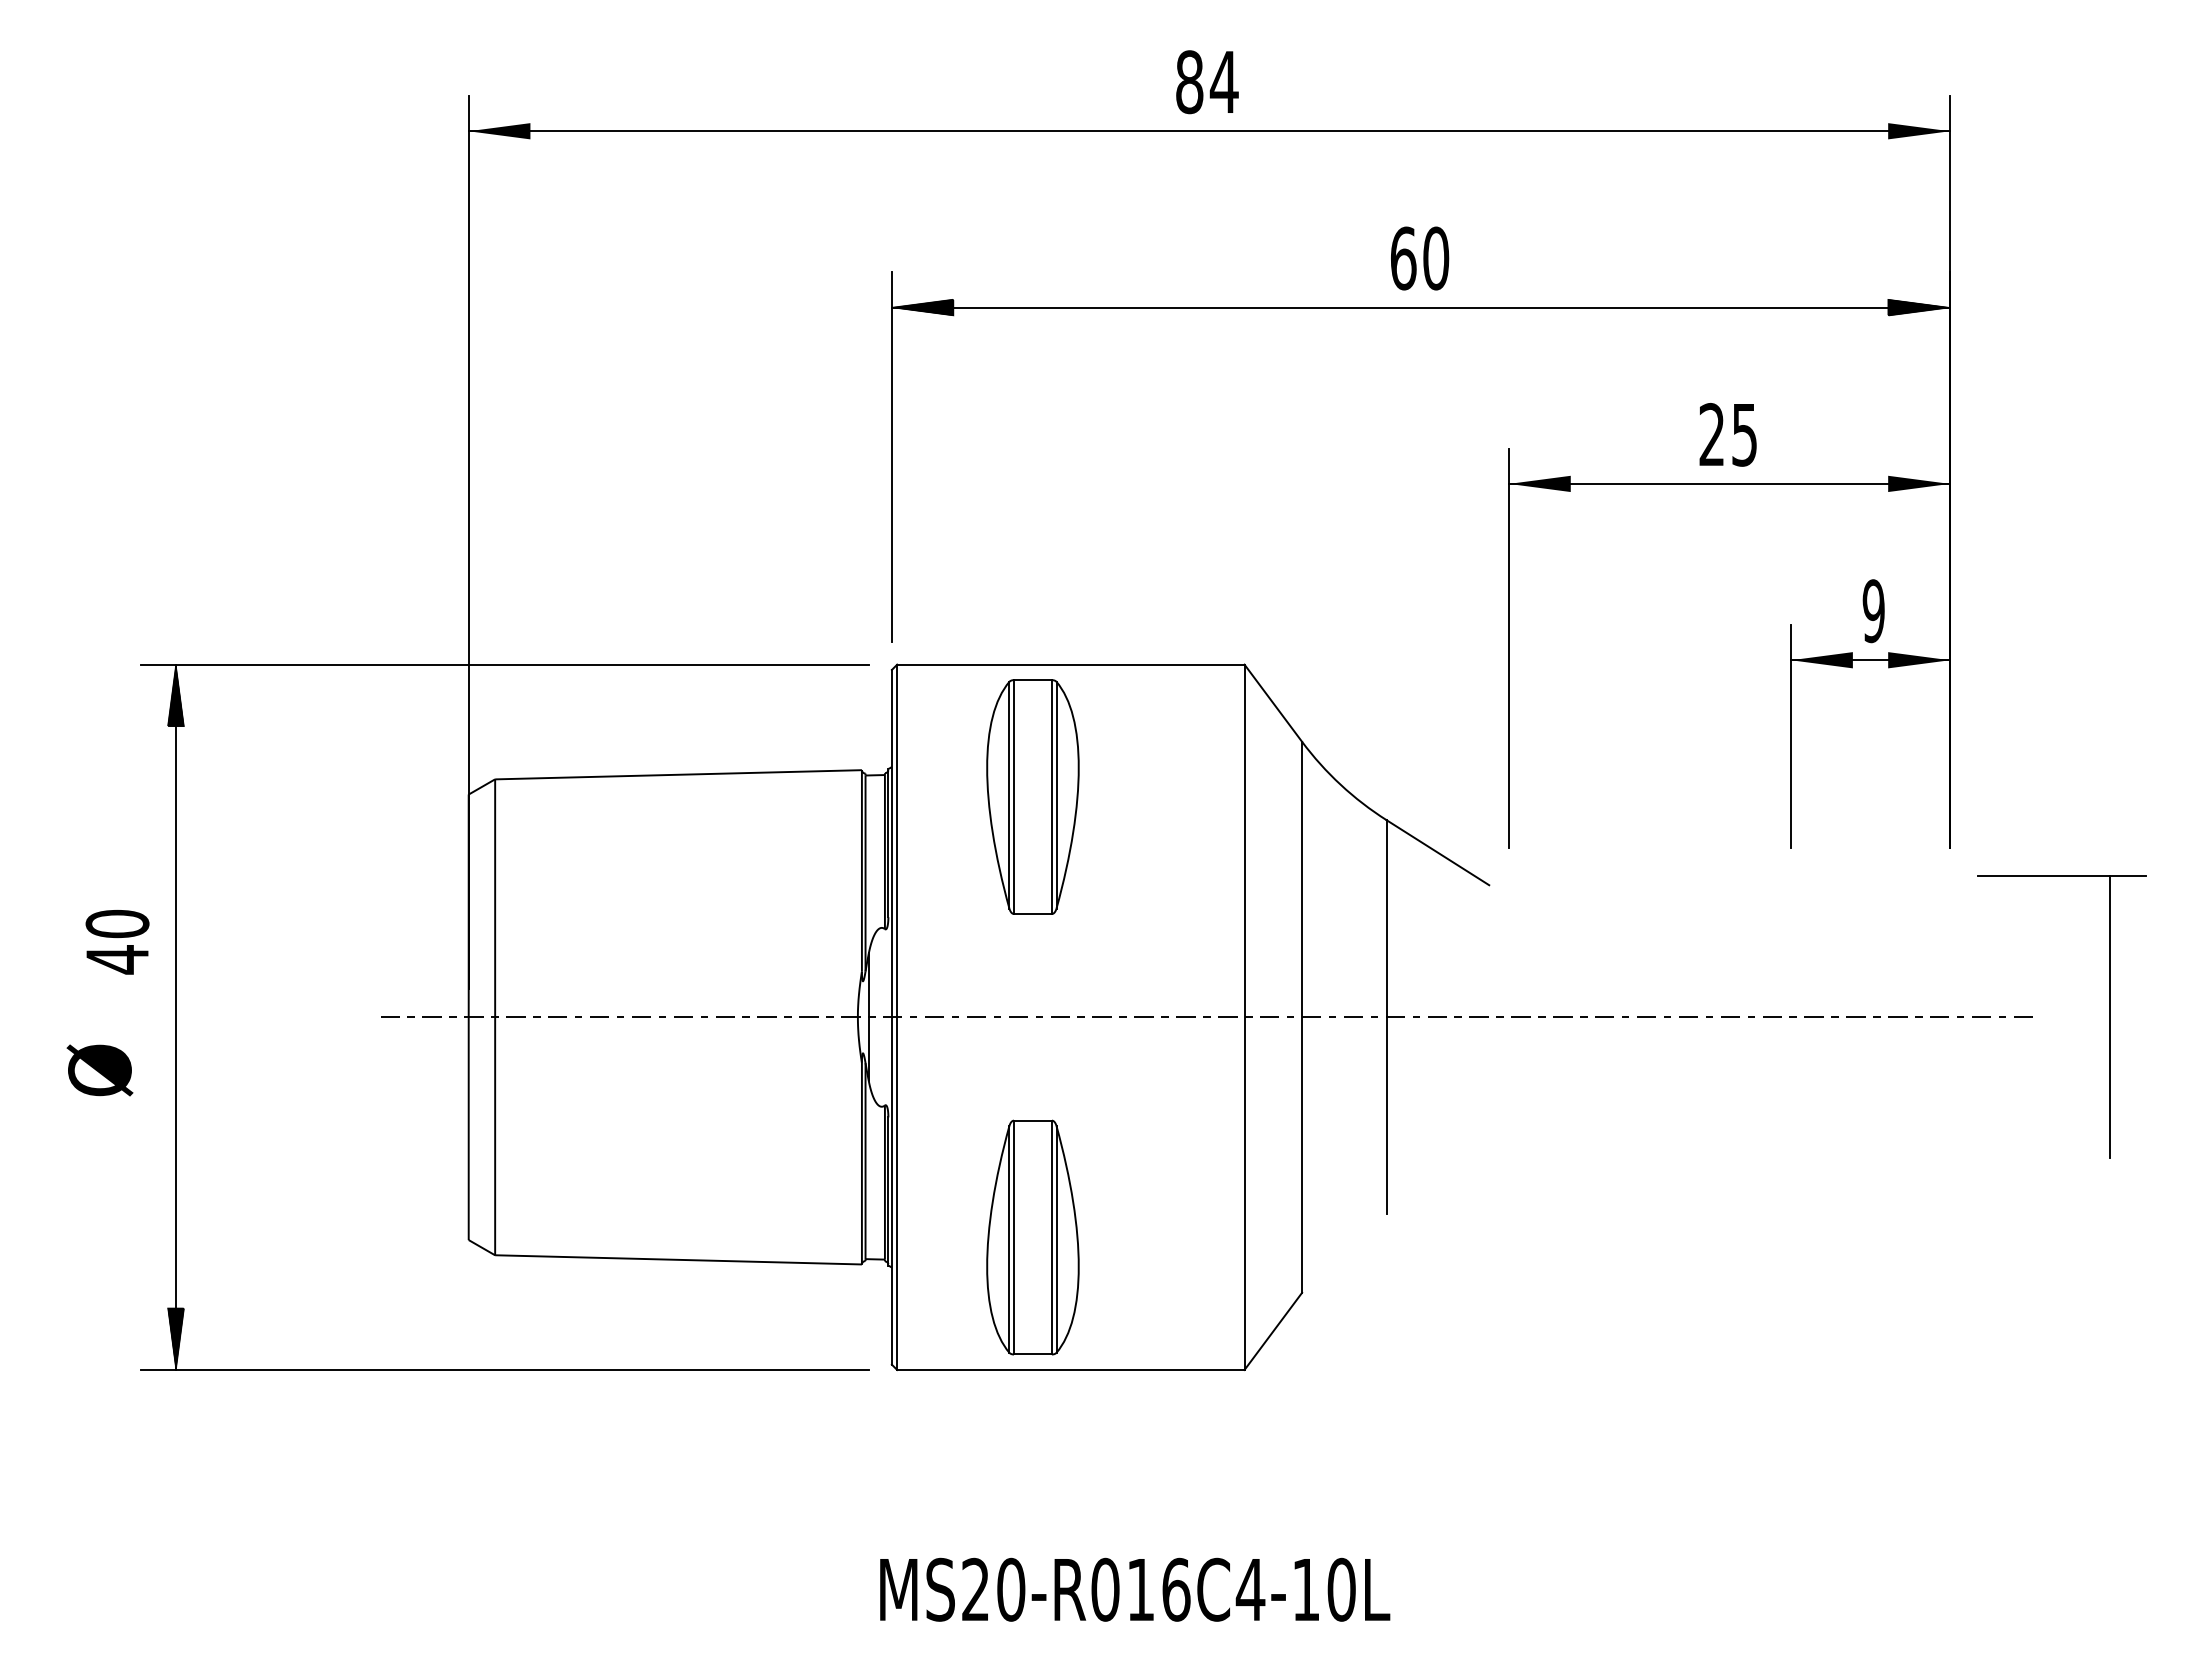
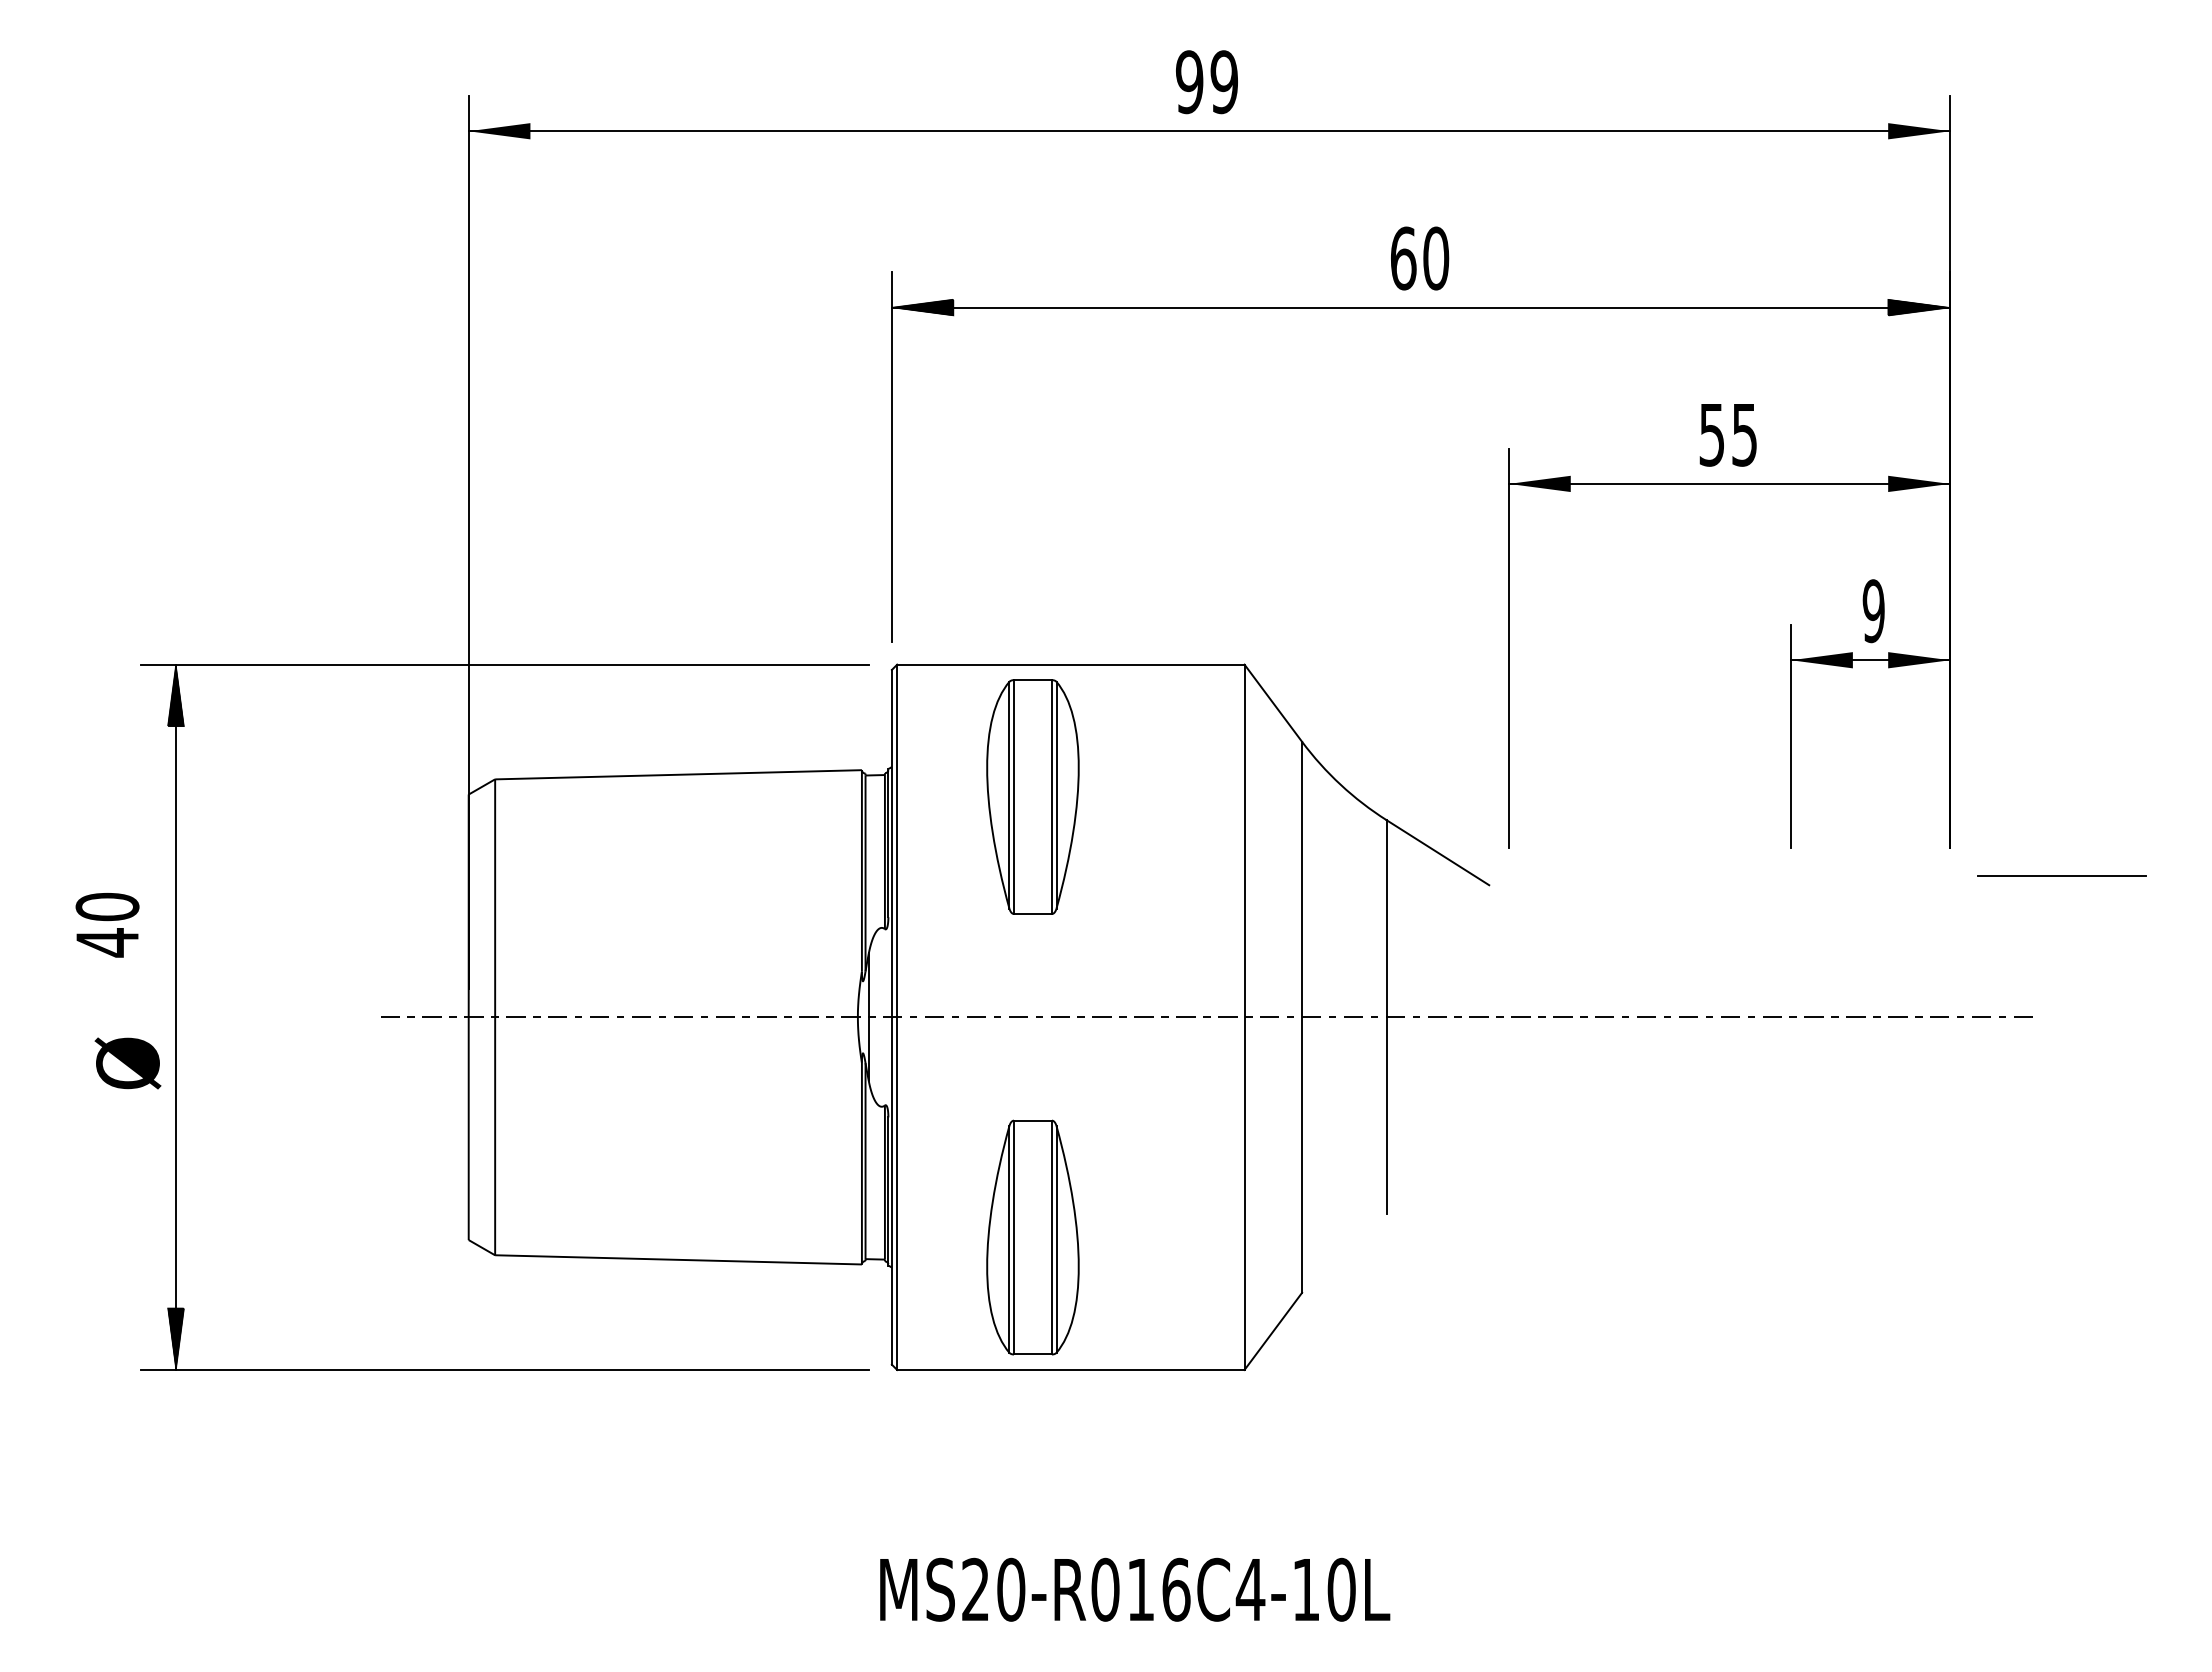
text at (1207, 82): 84 -> 99
text at (1711, 434): 25 -> 55
text at (117, 942) position: (117, 942) -> (107, 925)
line at (2110, 1017): present -> none
text at (99, 1070) position: (99, 1070) -> (127, 1063)
